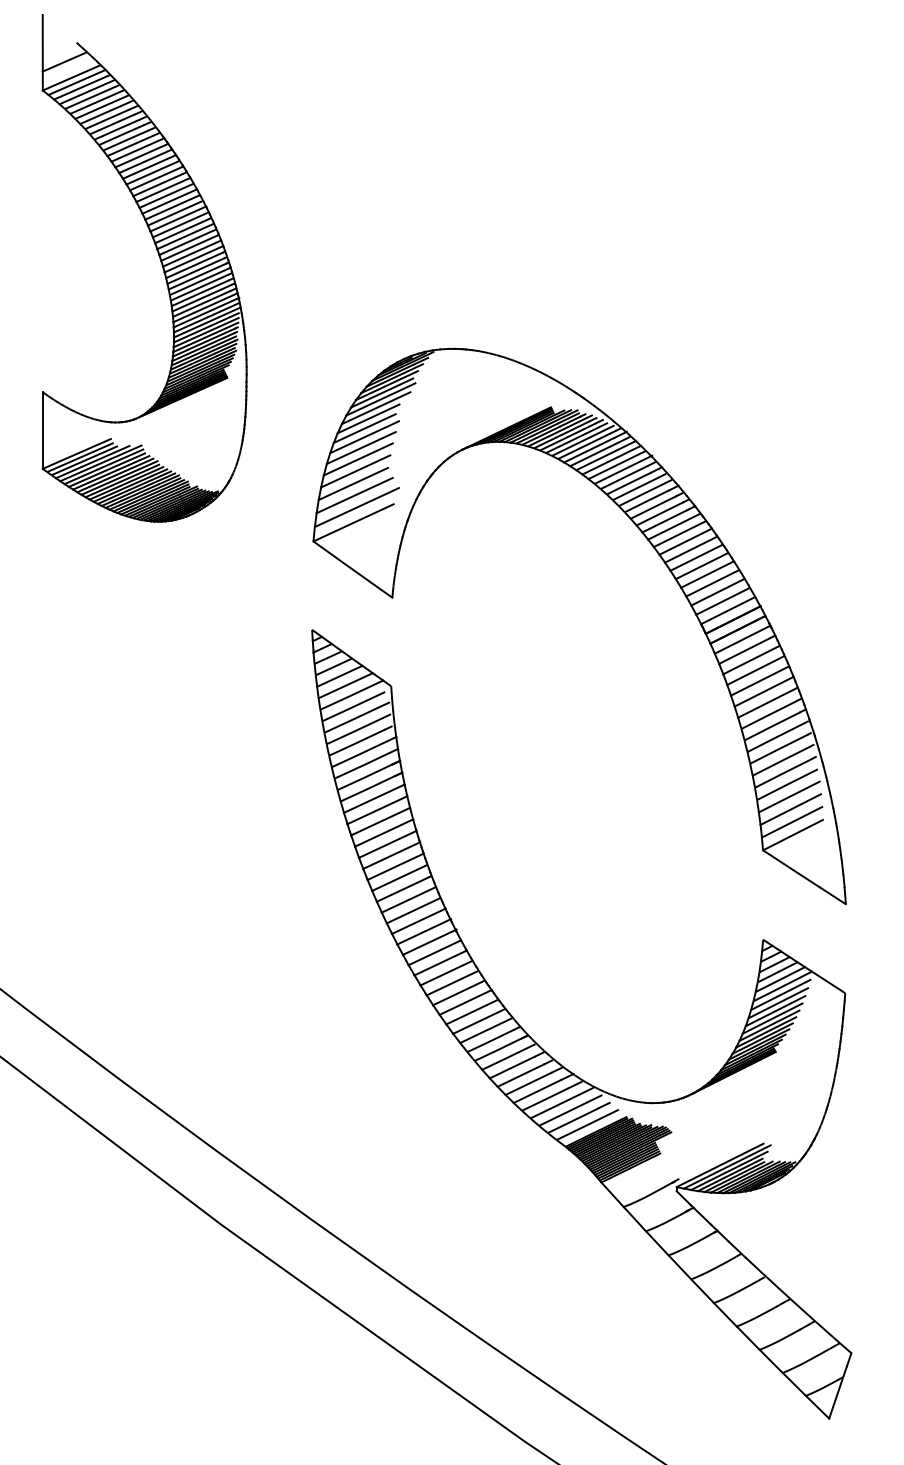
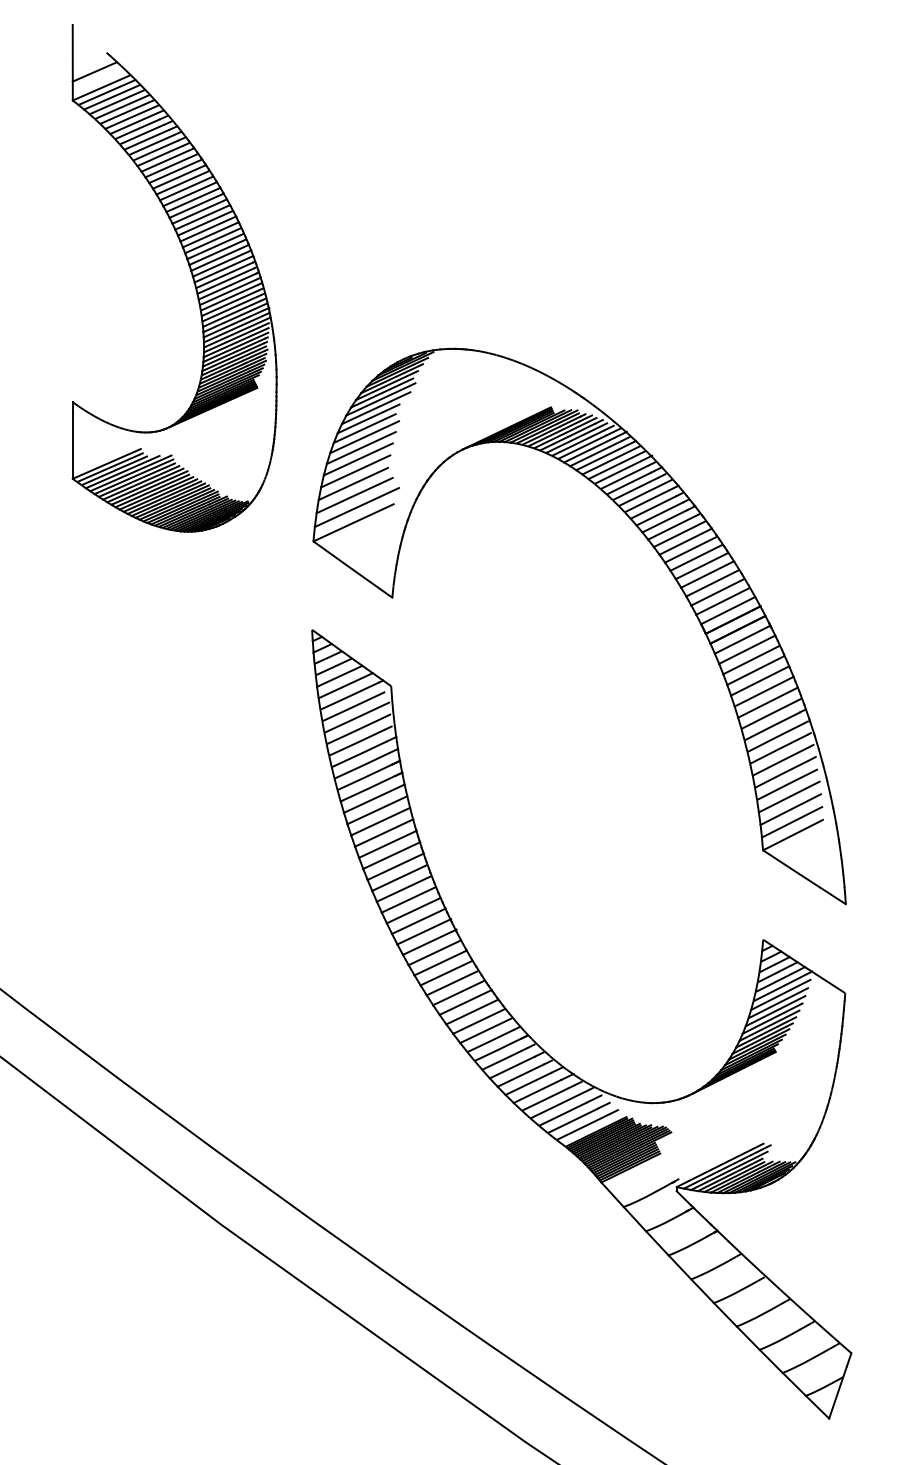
part at (160, 262) position: (160, 262) -> (190, 272)
